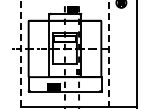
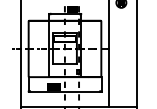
line at (108, 53): dashed -> solid
line at (21, 54): dashed -> solid
